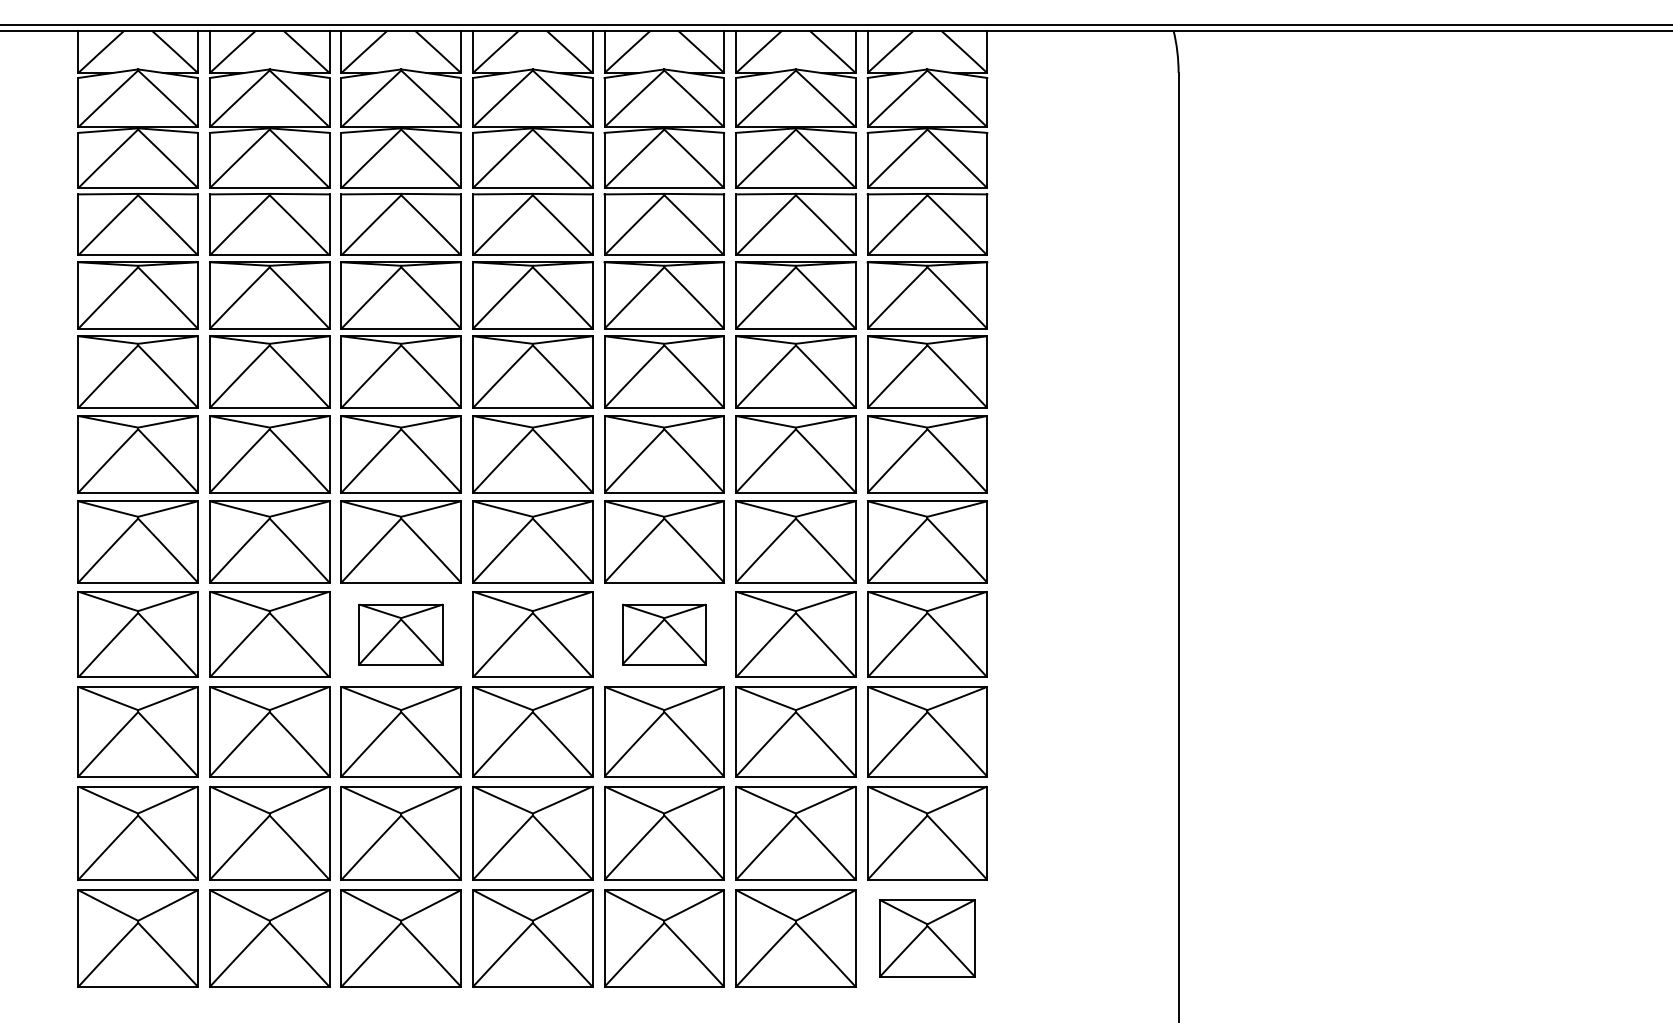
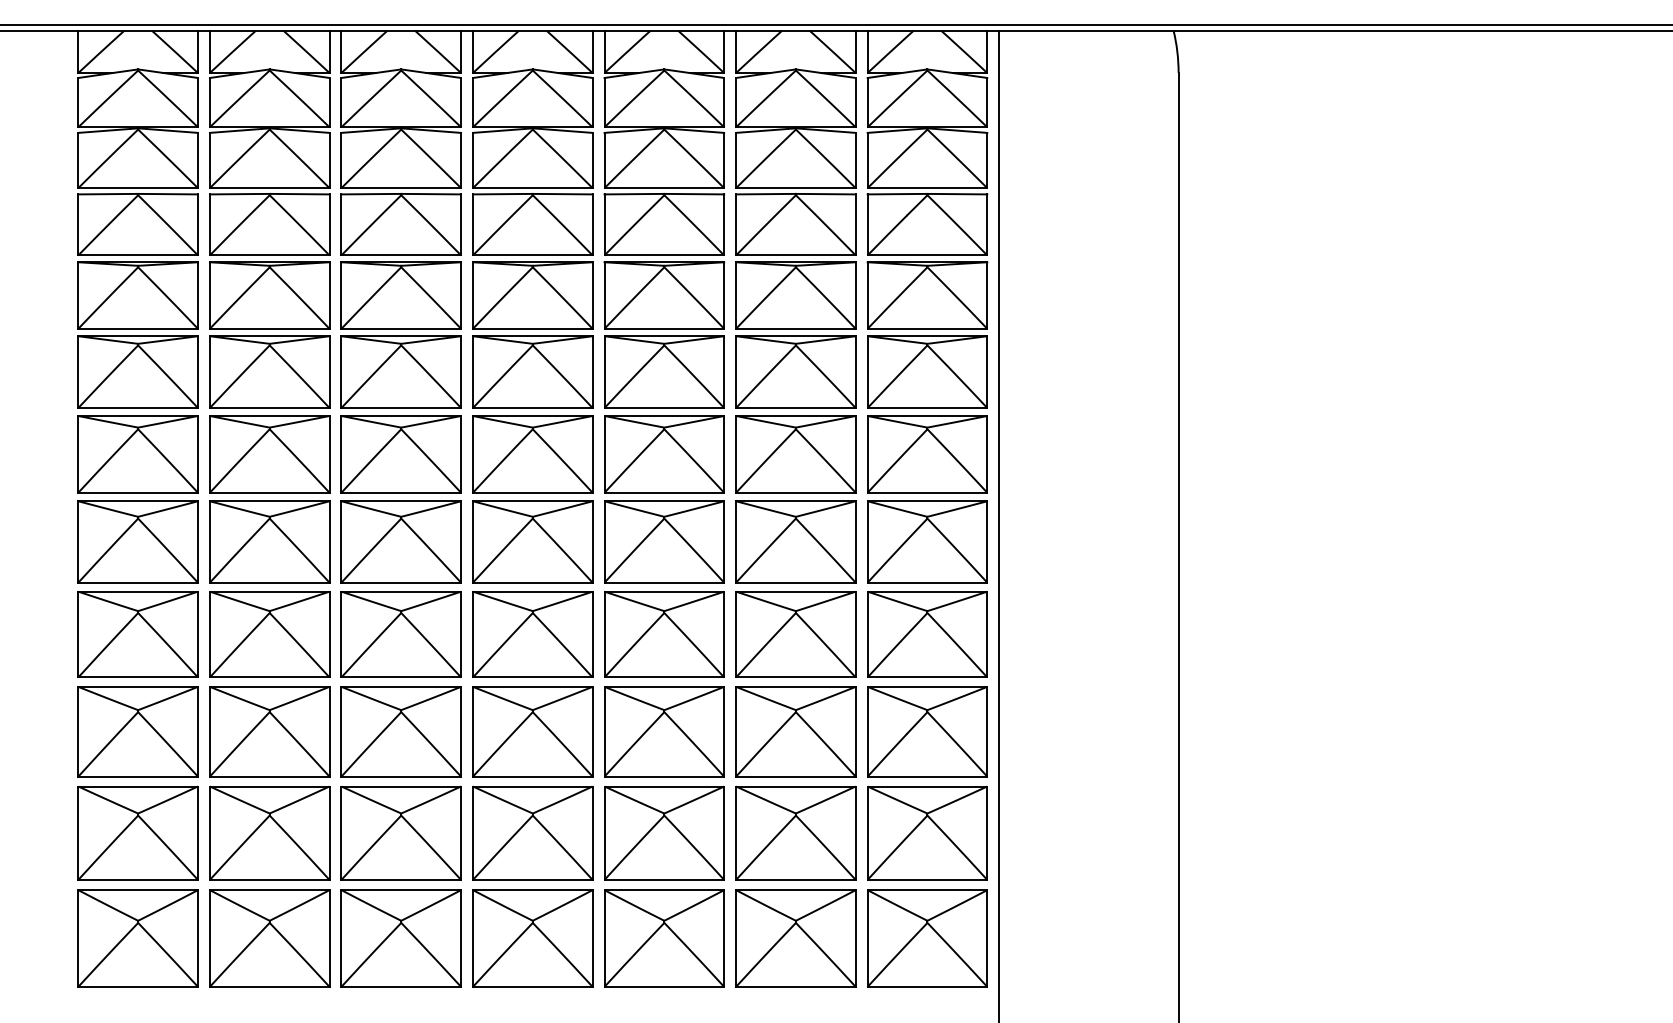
line at (999, 524): none -> present
part at (400, 634) size: 86x63 px -> 122x87 px
part at (664, 634) size: 85x63 px -> 121x87 px
part at (927, 938) size: 97x79 px -> 121x99 px
